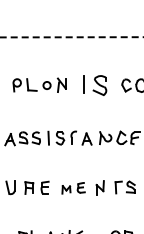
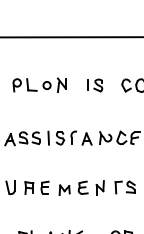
line at (72, 37): dashed -> solid
part at (95, 85) size: 25x21 px -> 17x15 px
part at (73, 188) size: 25x13 px -> 31x16 px
